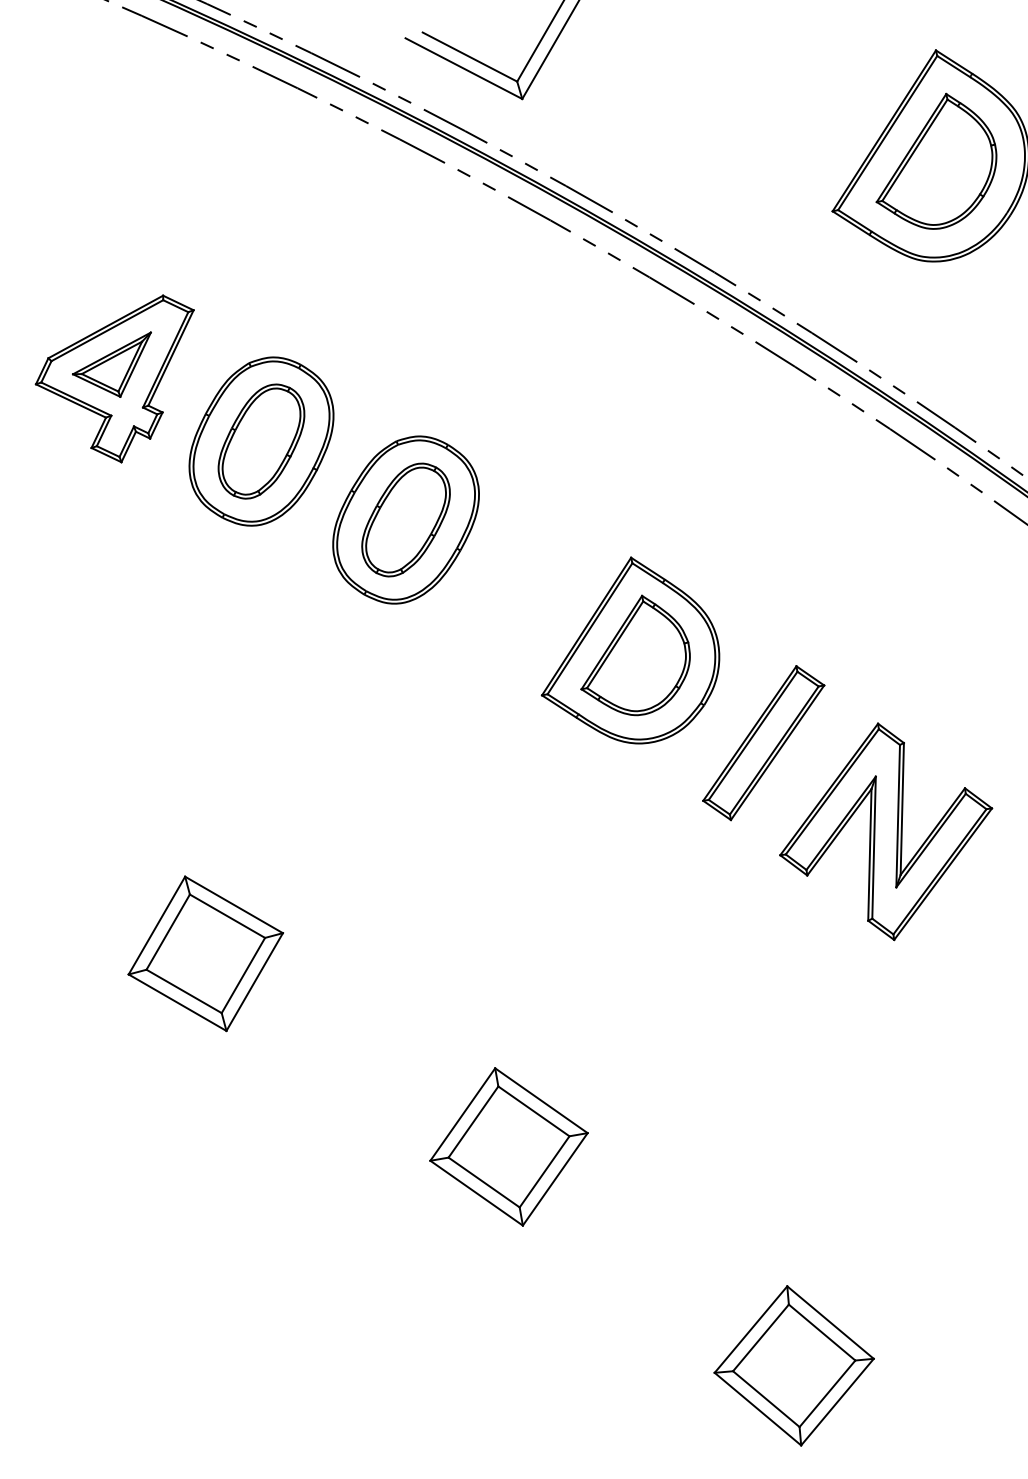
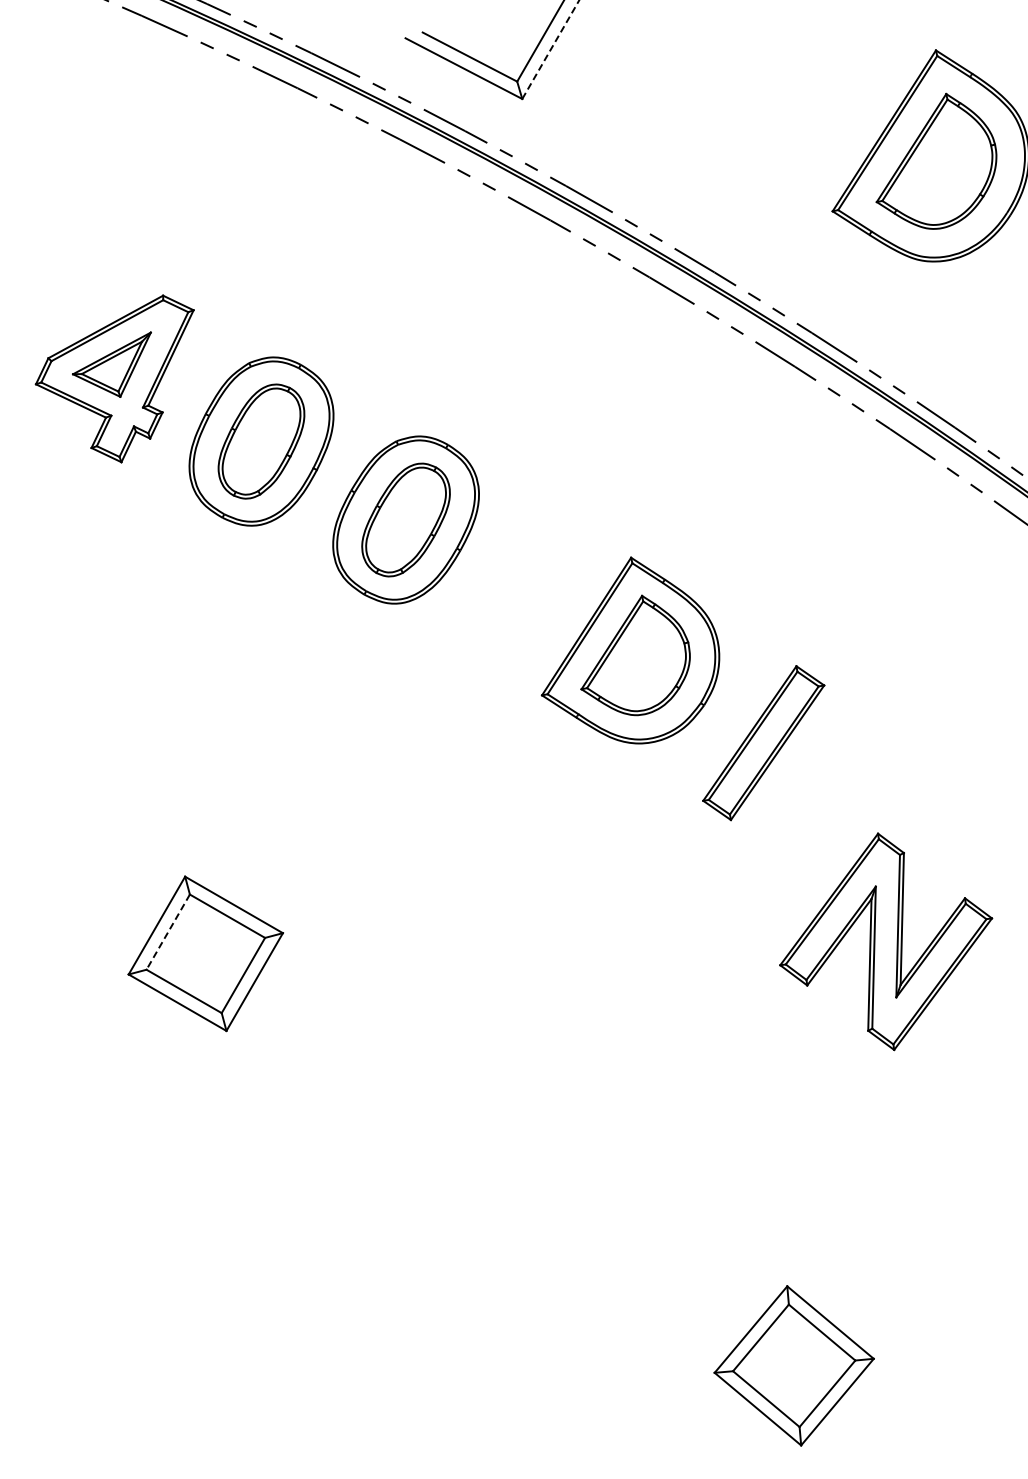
line at (550, 49): solid -> dashed
part at (886, 831) position: (886, 831) -> (886, 941)
line at (167, 932): solid -> dashed
part at (508, 1146): present -> none
